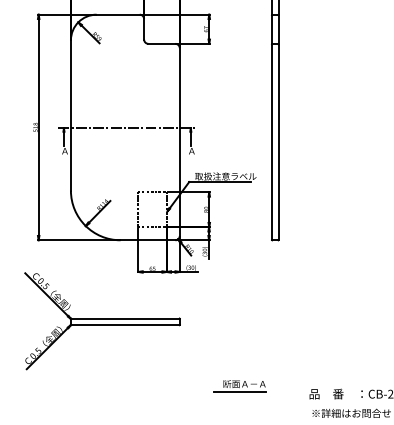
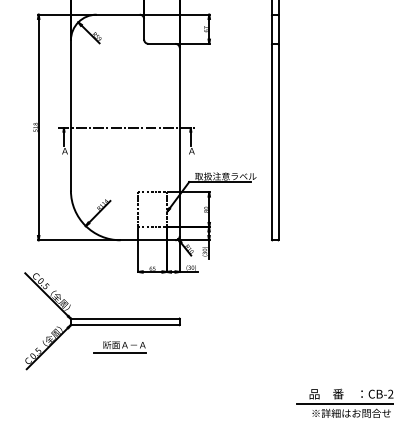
part at (239, 386) position: (239, 386) -> (119, 347)
line at (343, 403): none -> present
